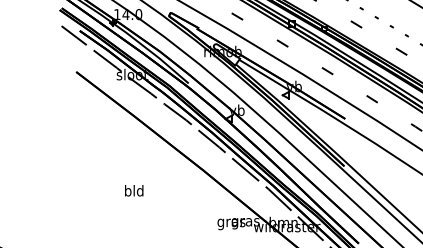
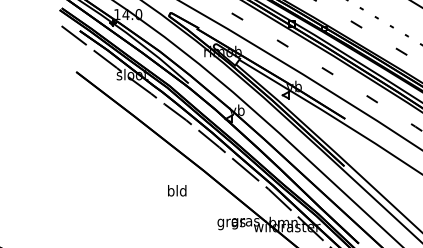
text at (134, 190) position: (134, 190) -> (177, 190)
